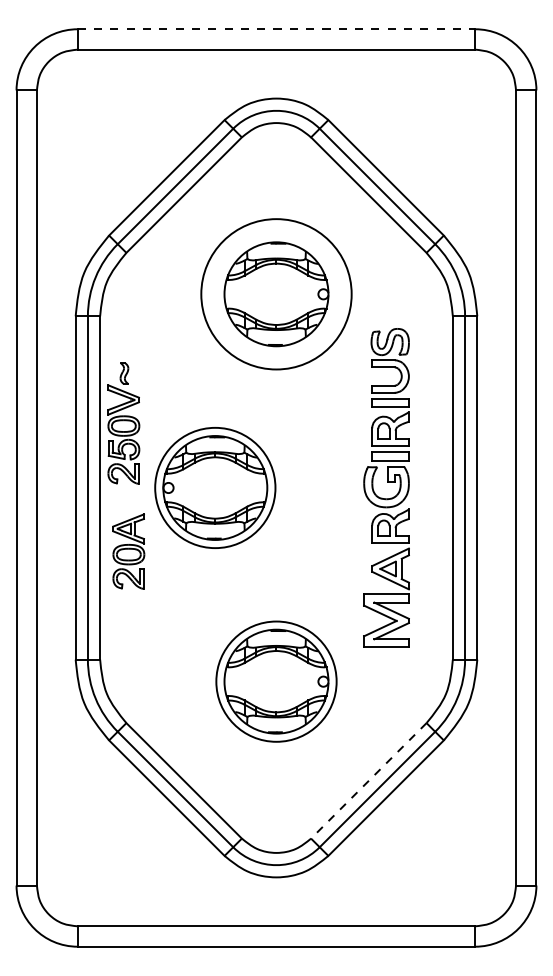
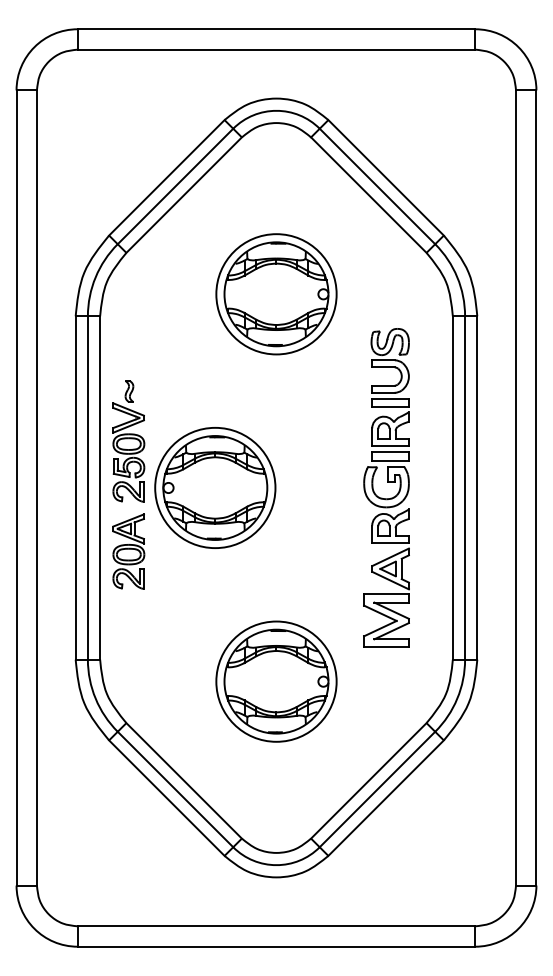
line at (276, 29): dashed -> solid
circle at (276, 294) diameter: 150 px -> 120 px
part at (123, 423) position: (123, 423) -> (128, 441)
line at (368, 780): dashed -> solid
